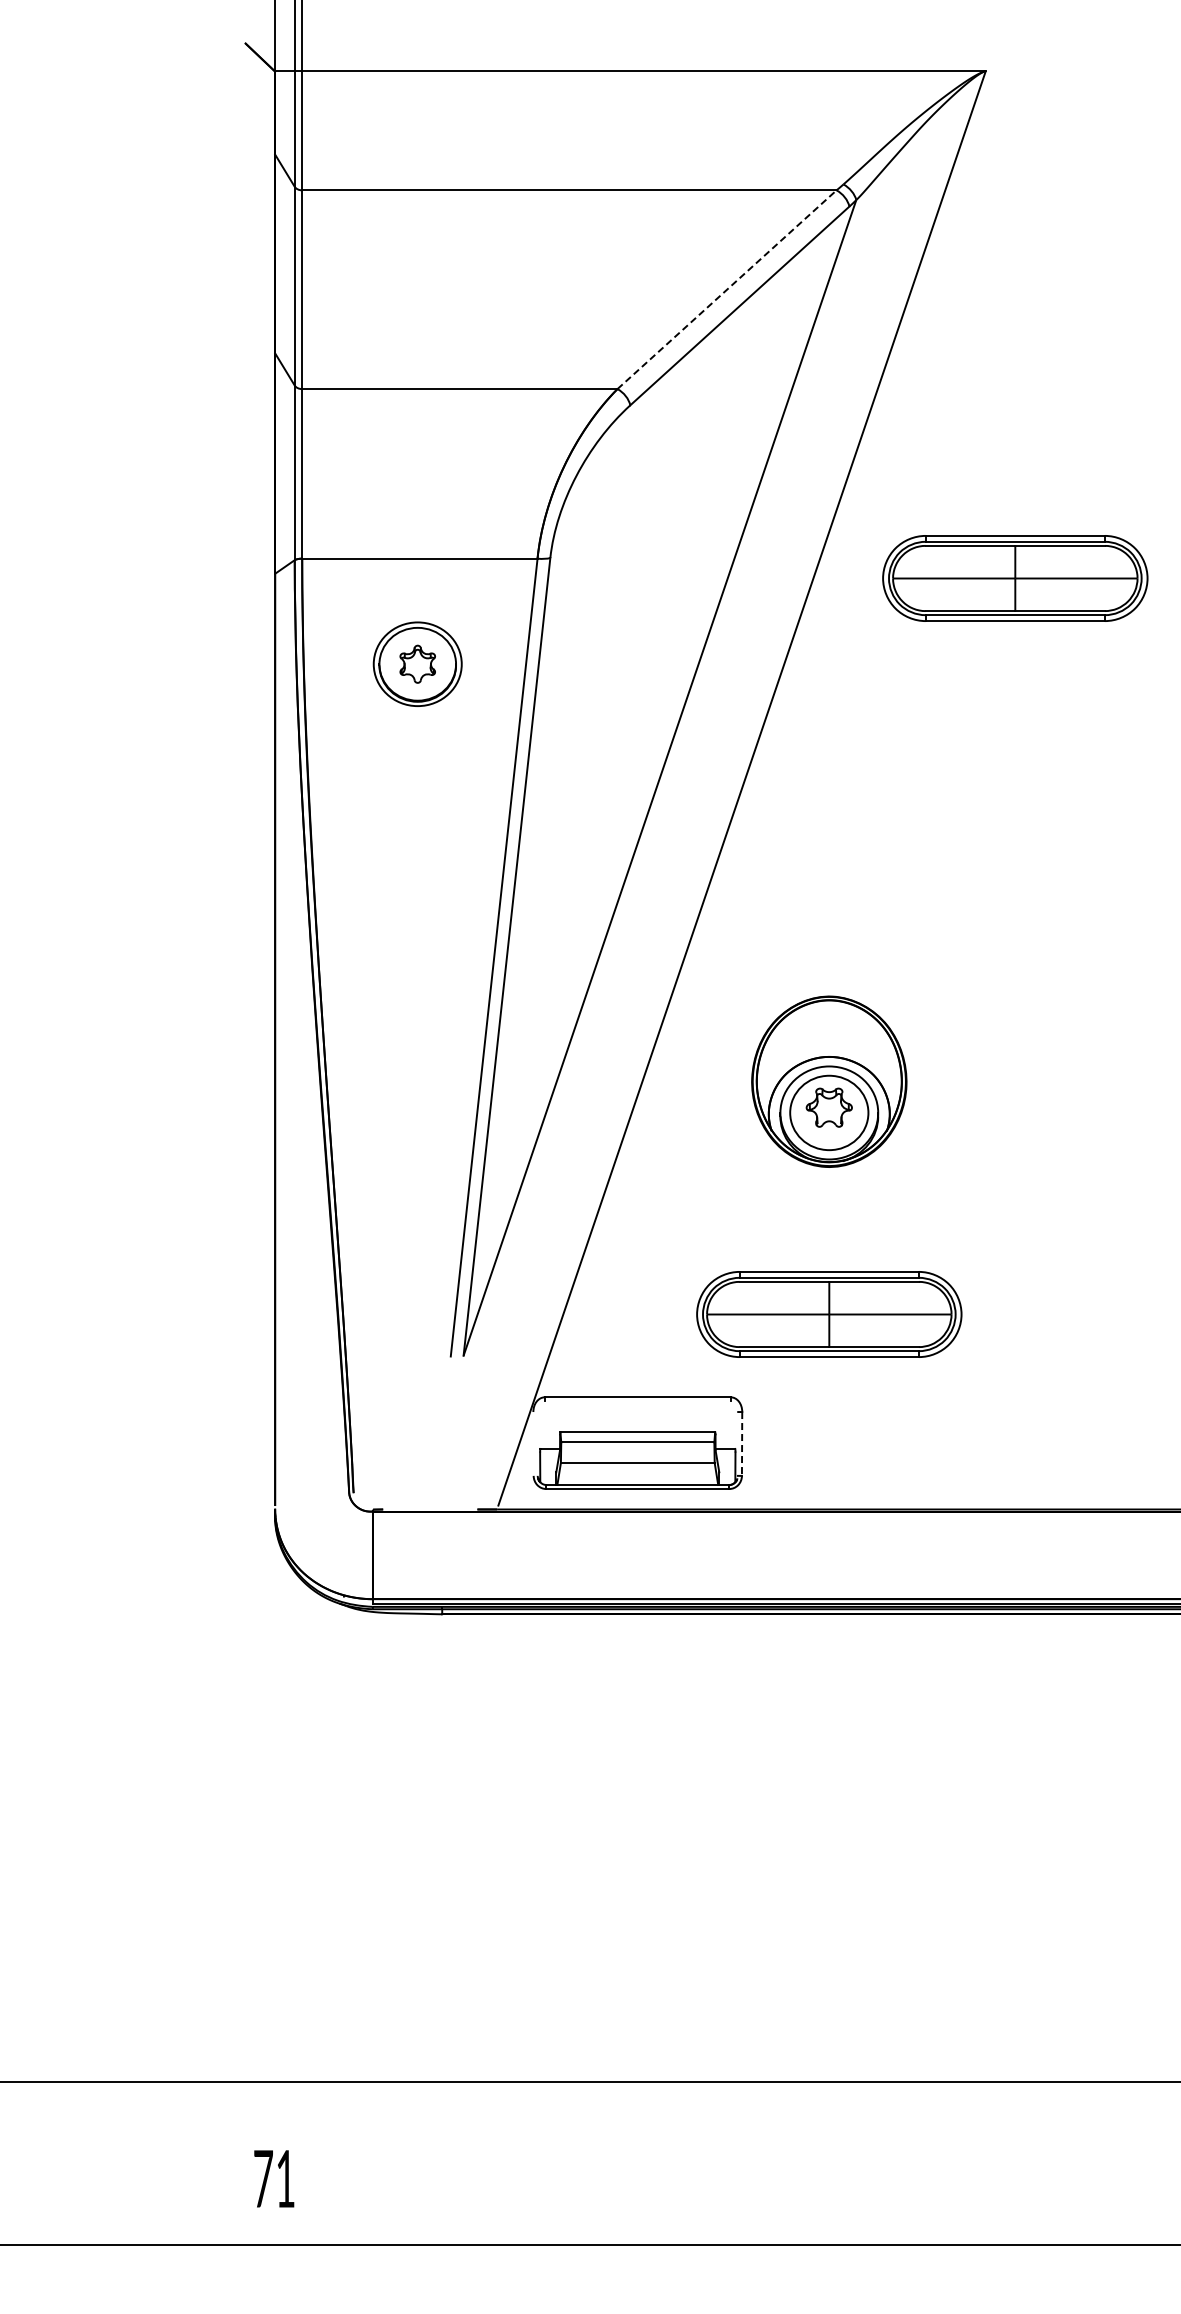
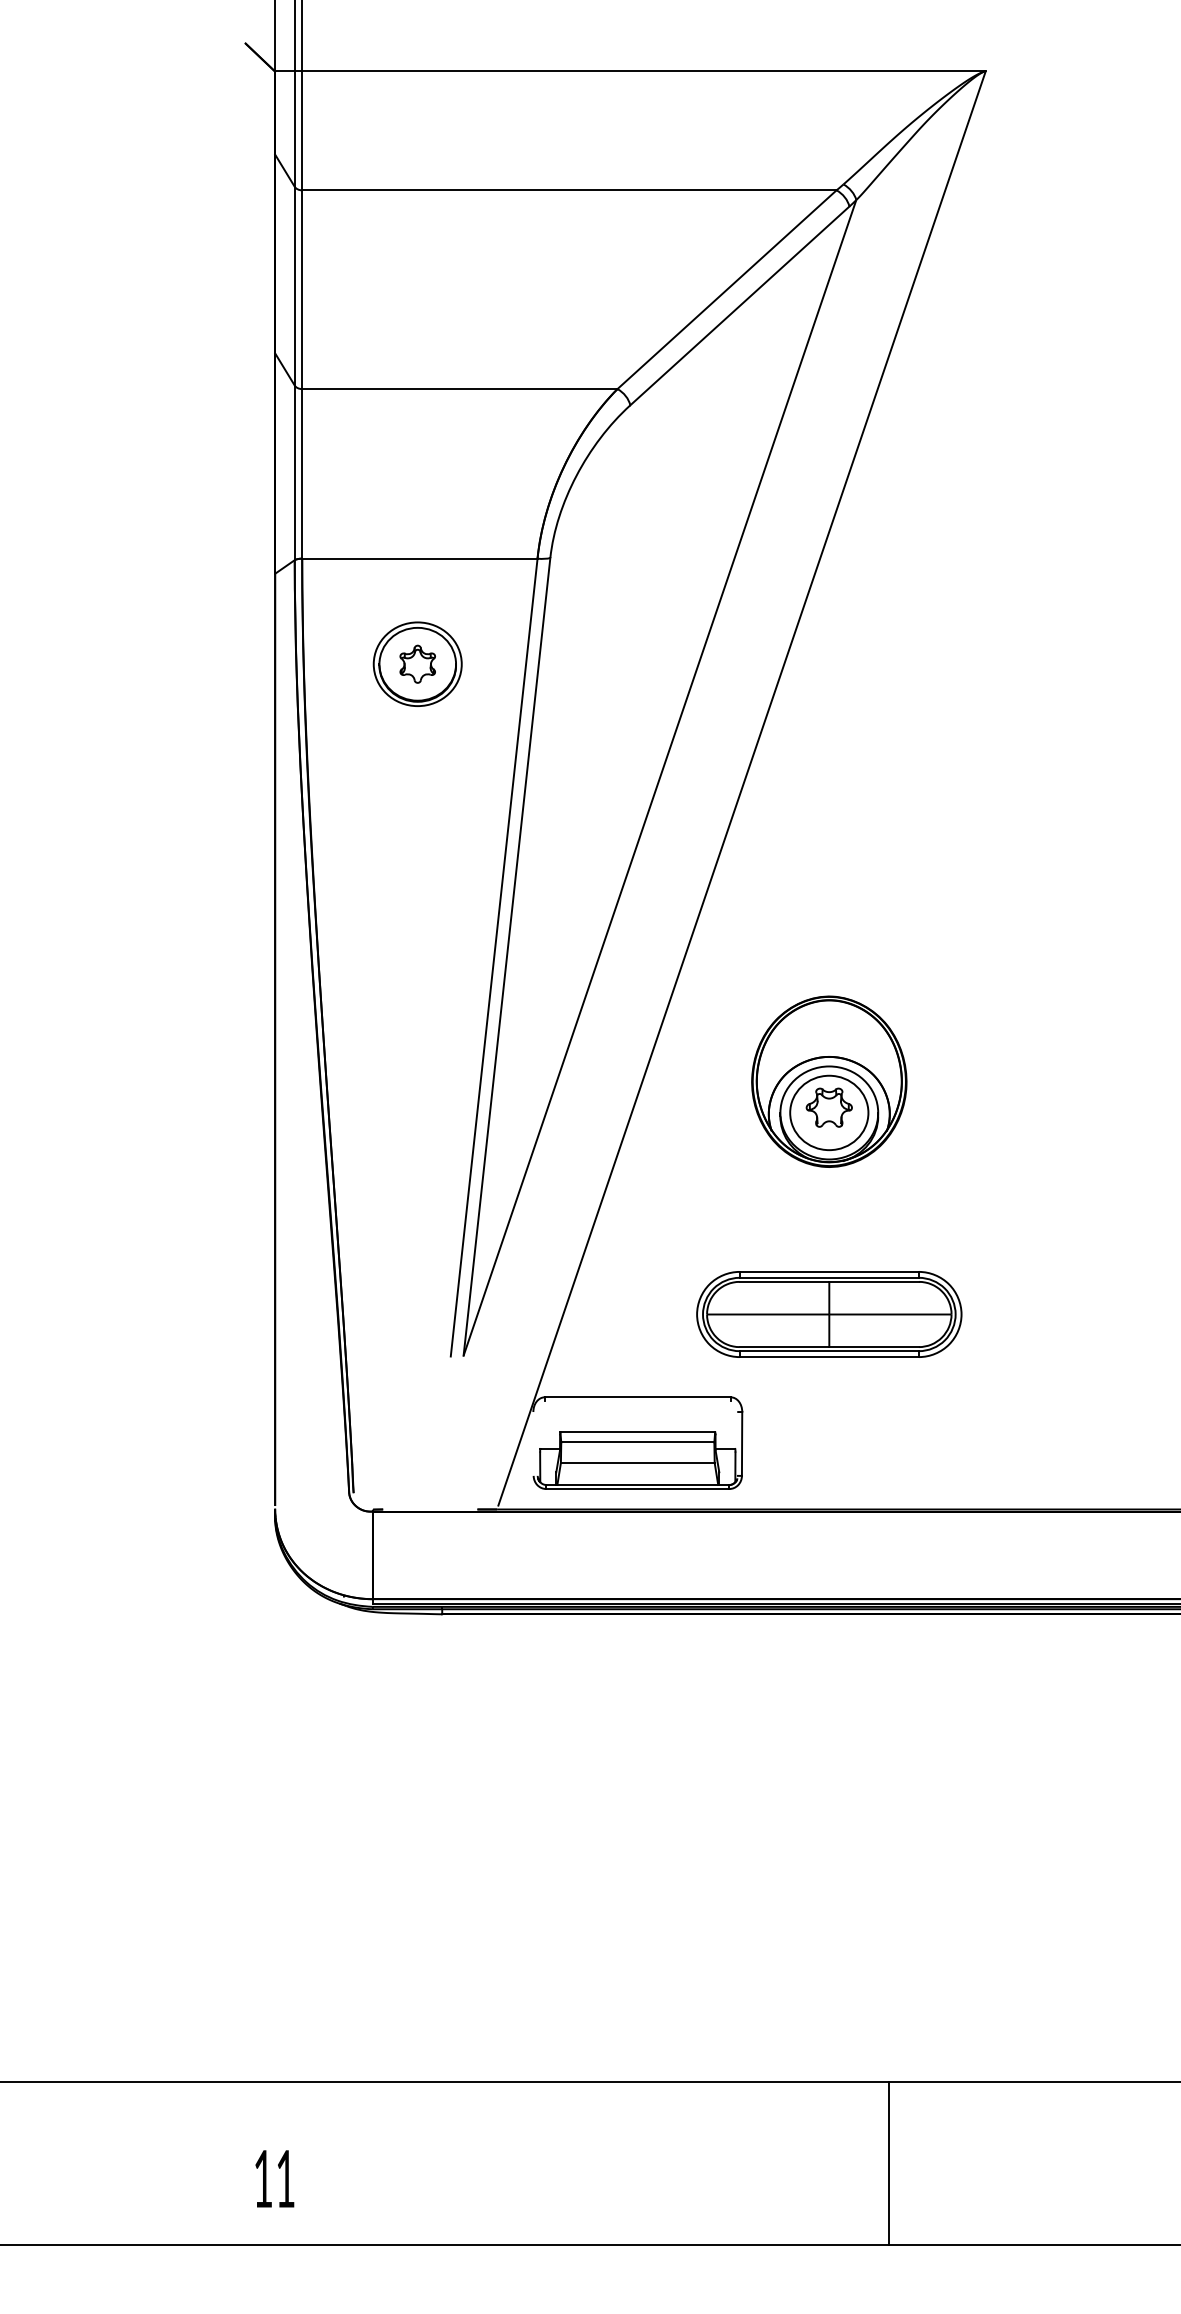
line at (727, 289): dashed -> solid
part at (1015, 578): present -> none
line at (742, 1443): dashed -> solid
line at (888, 2162): none -> present
text at (263, 2178): 71 -> 11
